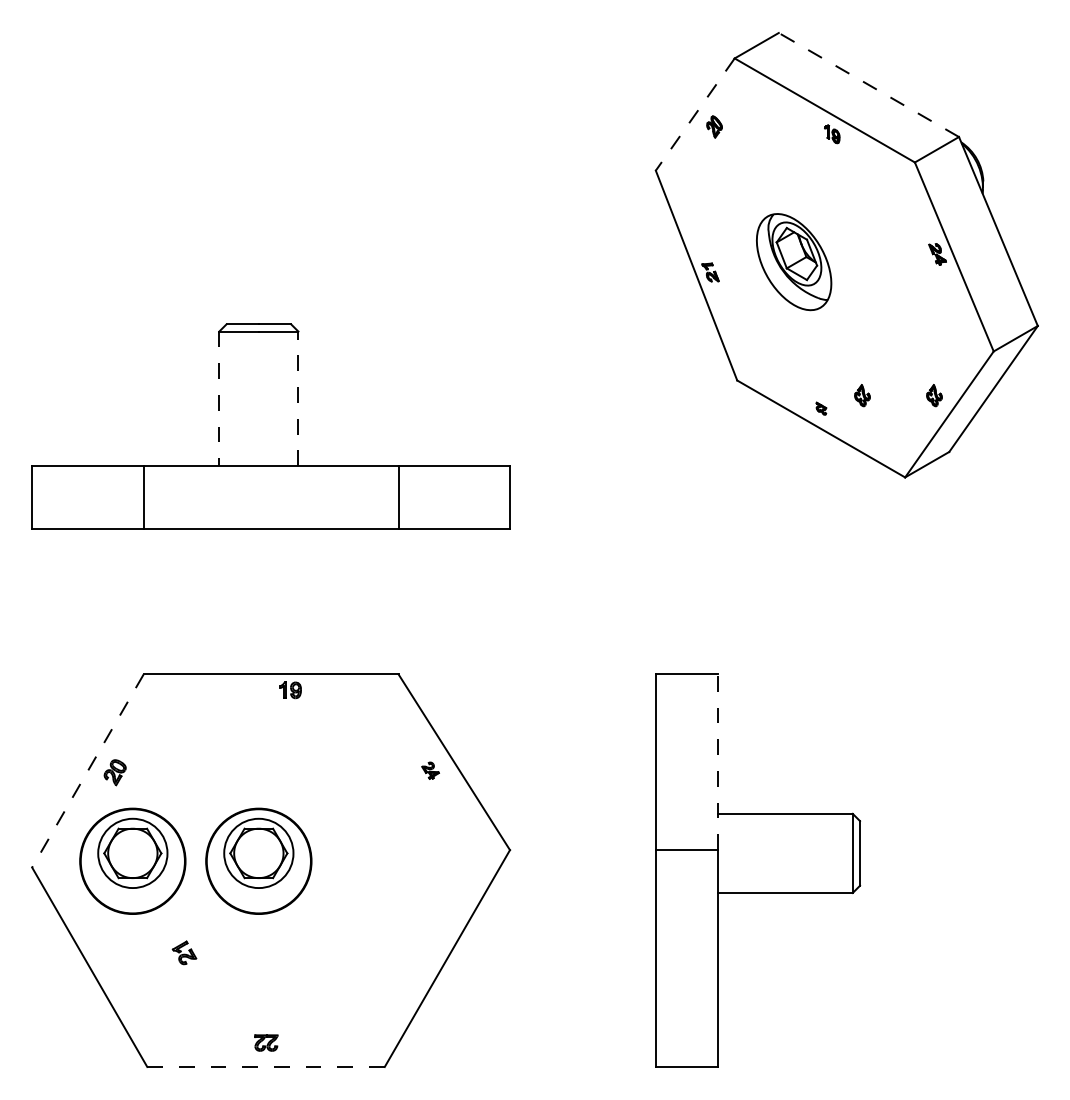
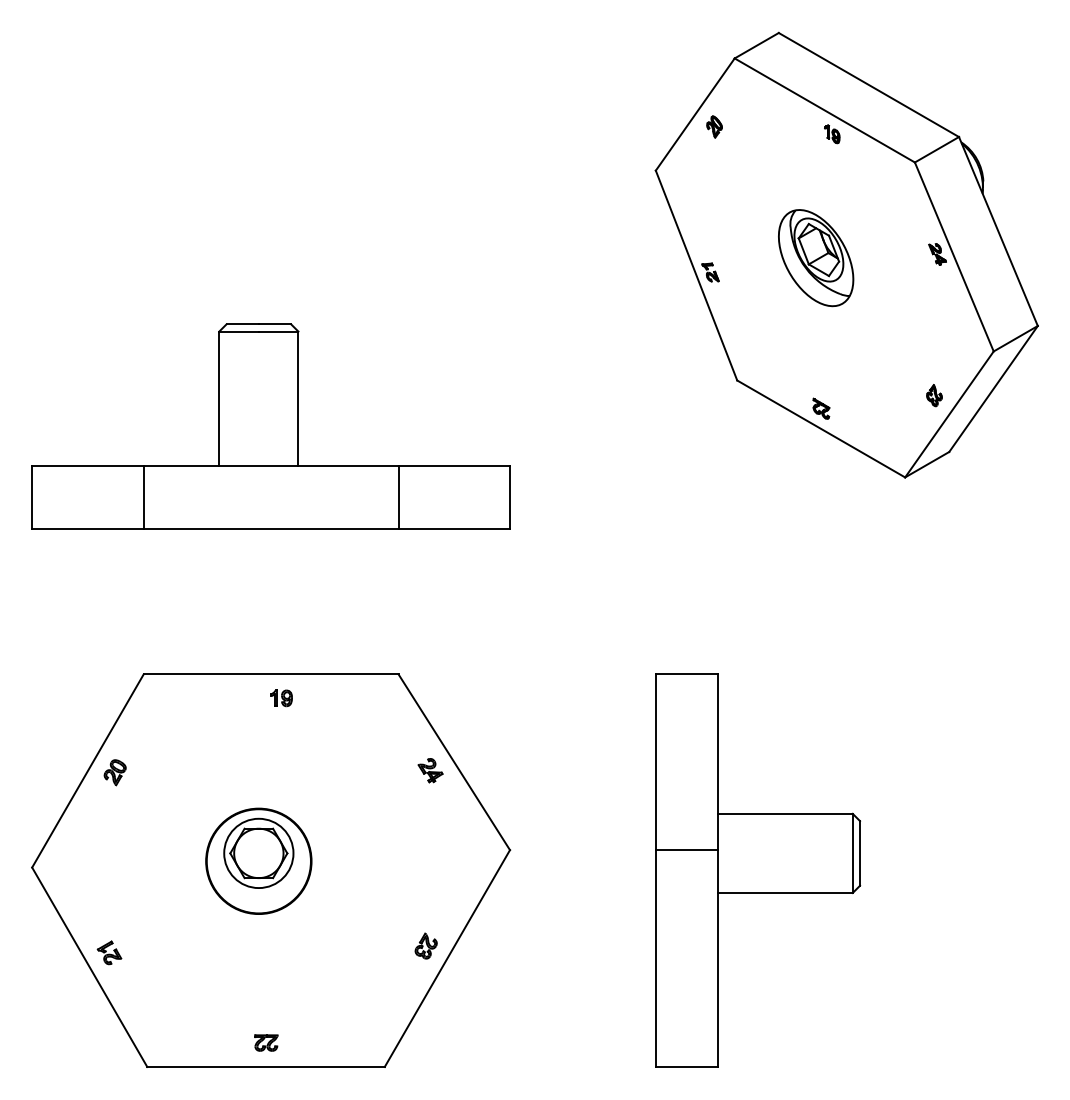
line at (868, 84): dashed -> solid
line at (695, 114): dashed -> solid
part at (794, 262) position: (794, 262) -> (816, 258)
part at (862, 395): present -> none
line at (298, 398): dashed -> solid
line at (219, 399): dashed -> solid
part at (821, 408) size: 13x15 px -> 19x23 px
part at (290, 690) position: (290, 690) -> (281, 698)
line at (718, 762): dashed -> solid
line at (87, 770): dashed -> solid
part at (430, 770) size: 19x19 px -> 27x26 px
part at (132, 860): present -> none
part at (425, 945): none -> present
part at (184, 952) position: (184, 952) -> (109, 952)
line at (266, 1067): dashed -> solid
